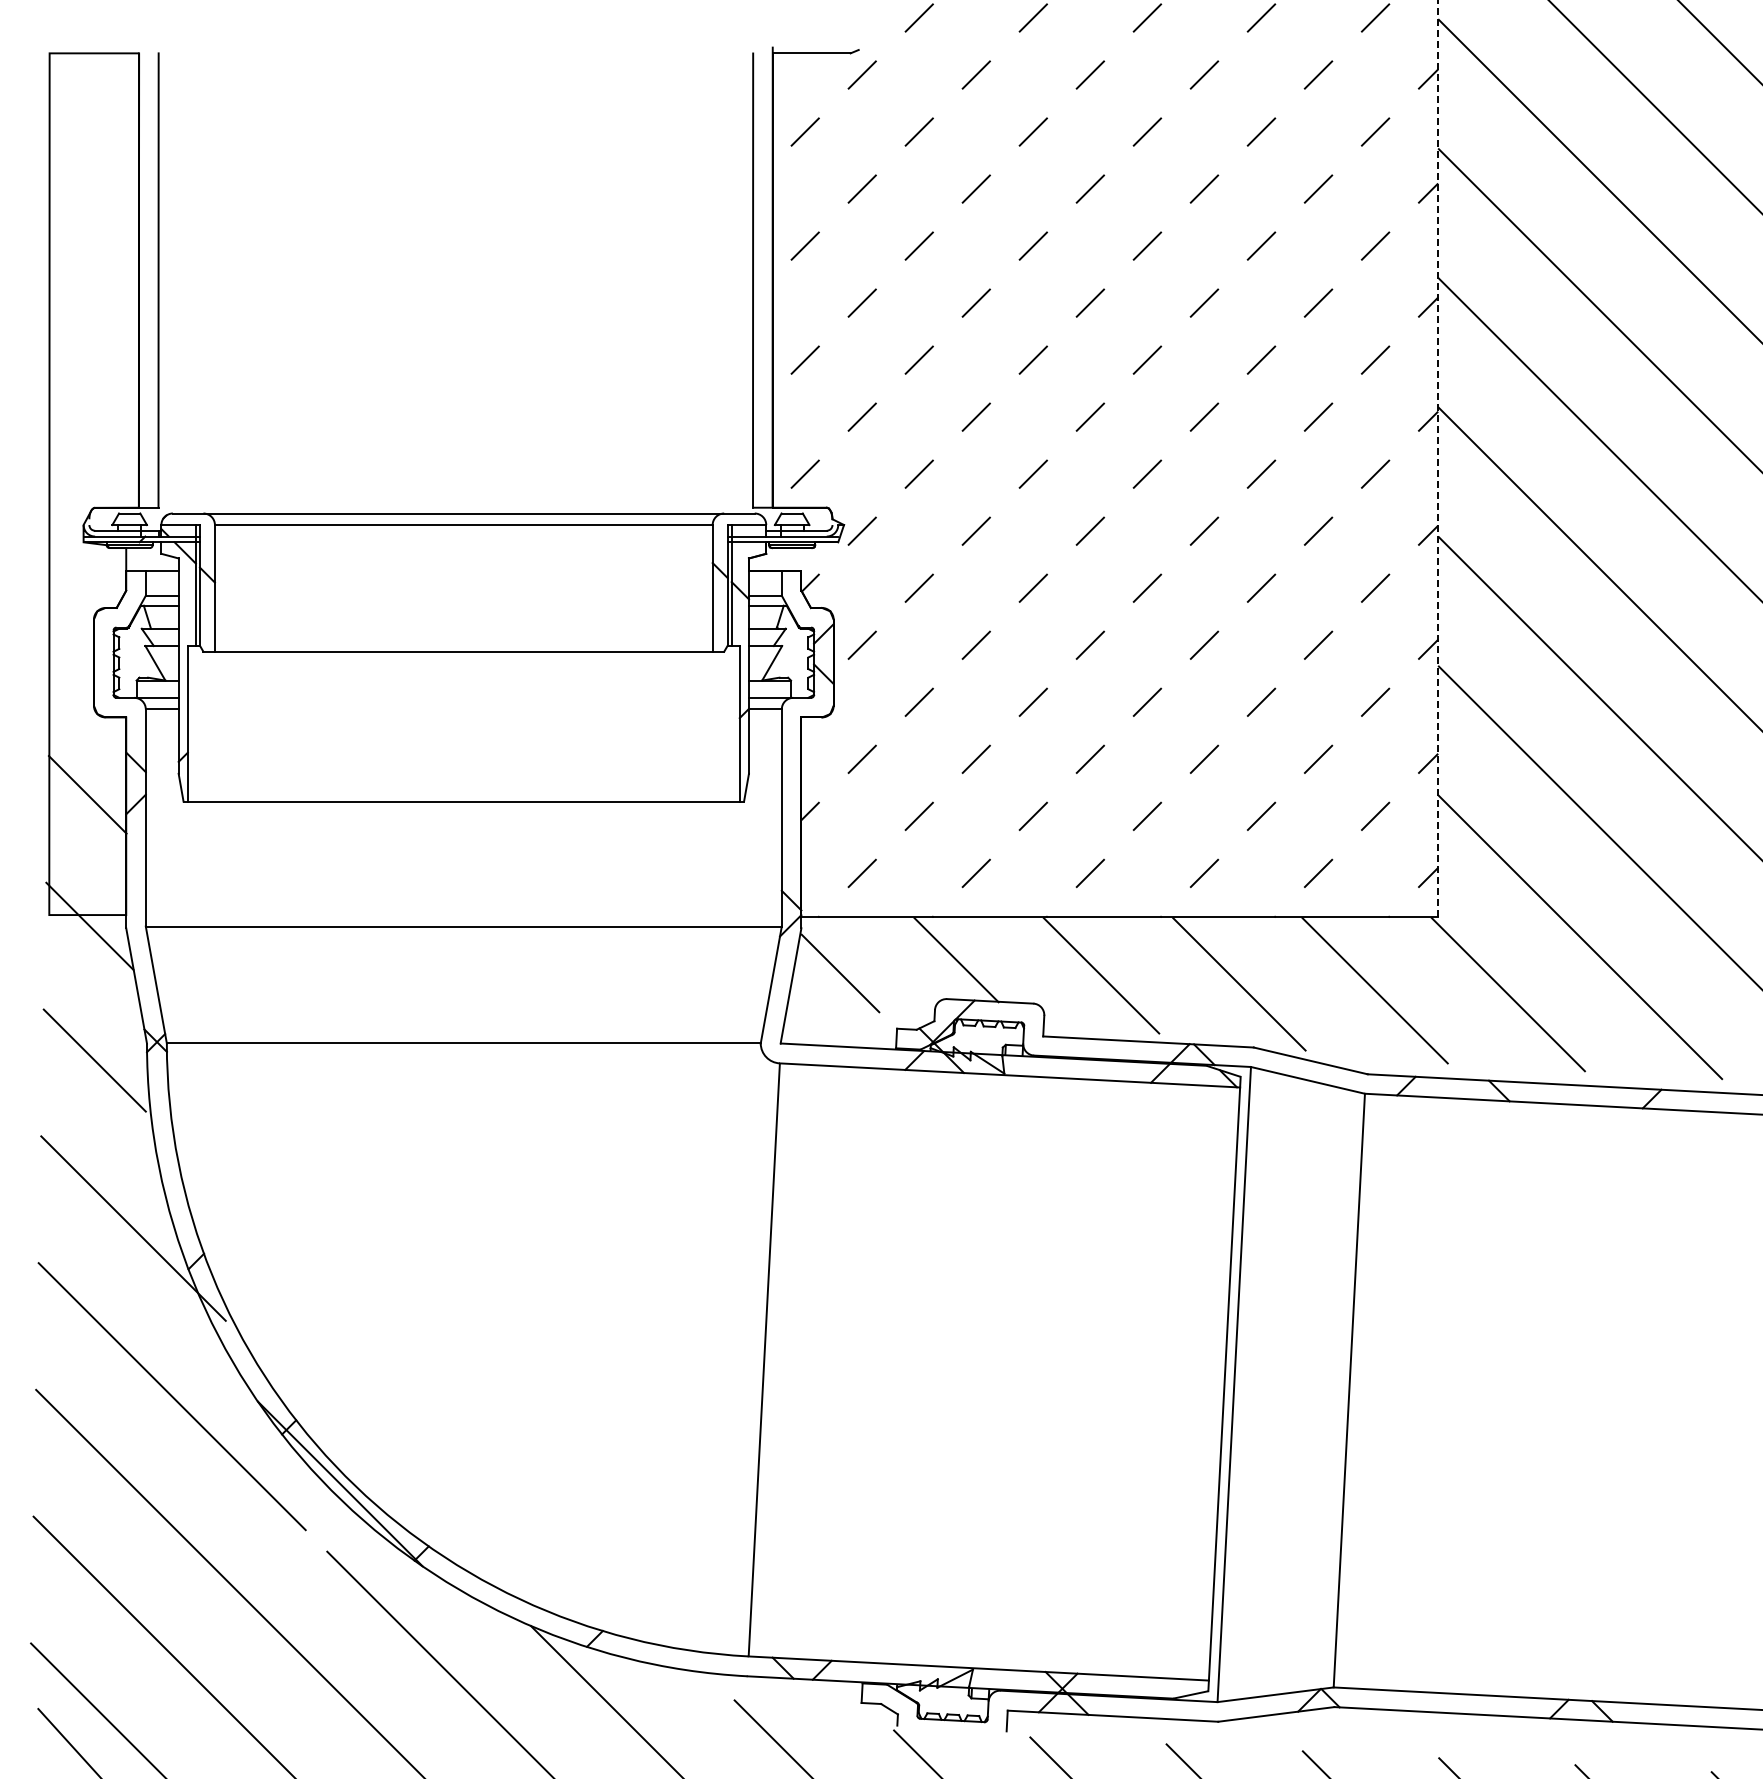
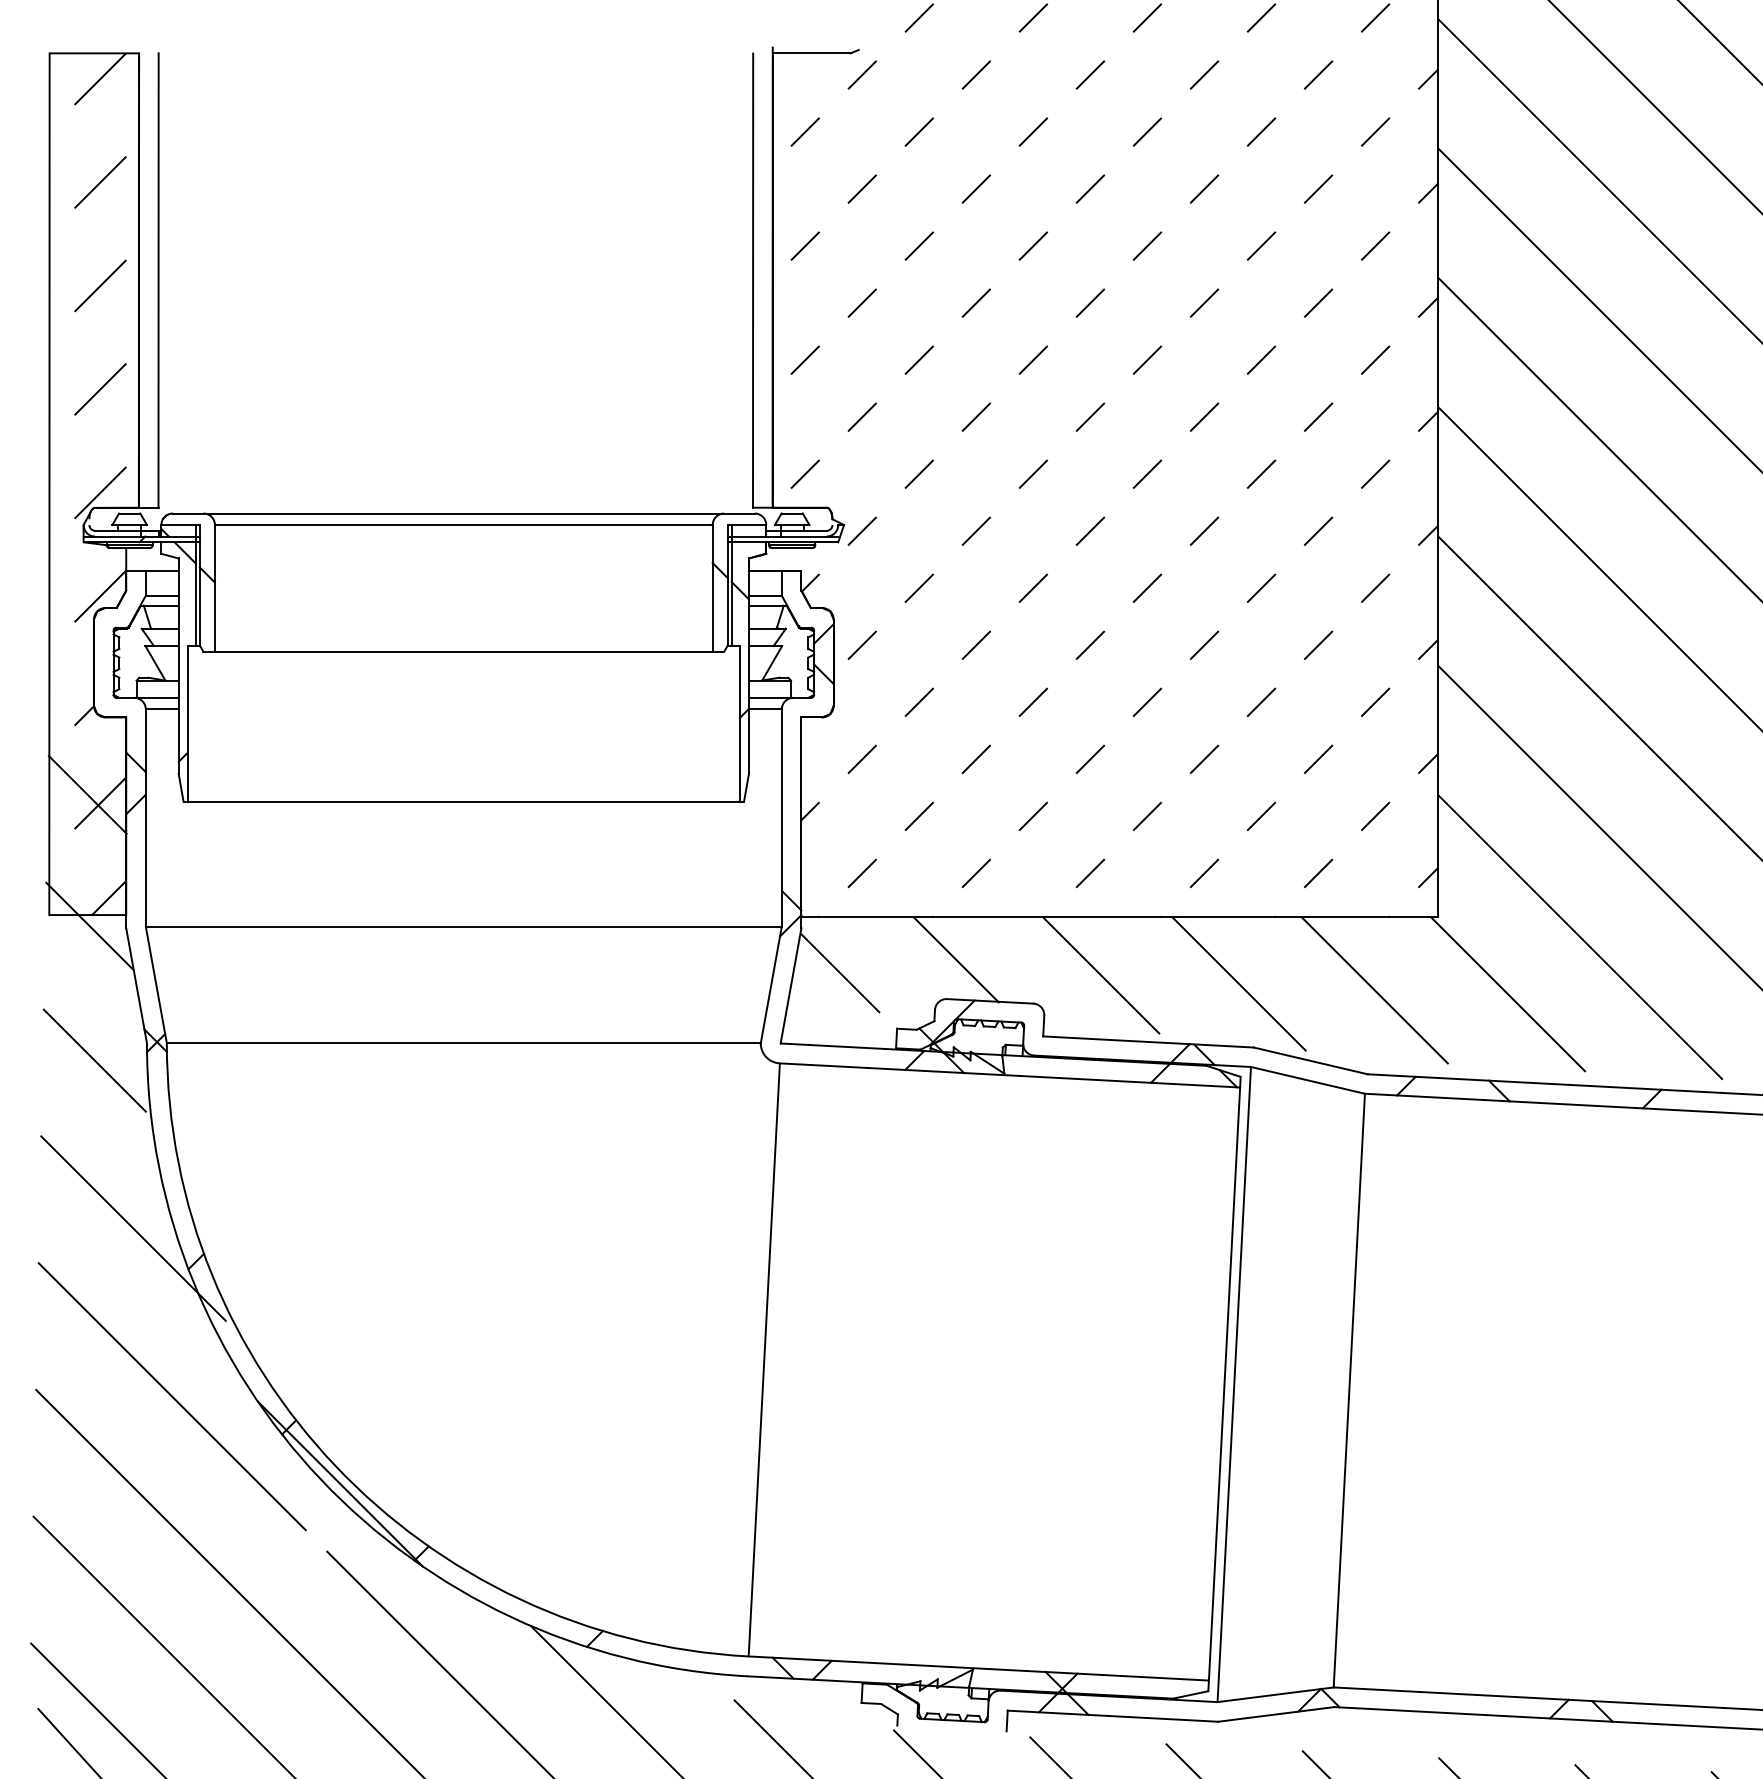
line at (1438, 458): dashed -> solid
hatch at (100, 484): none -> present
